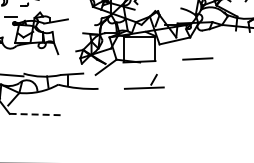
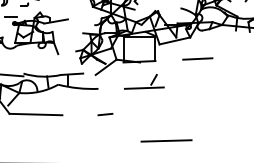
line at (36, 114): dashed -> solid
line at (105, 114): none -> present
line at (166, 140): none -> present
